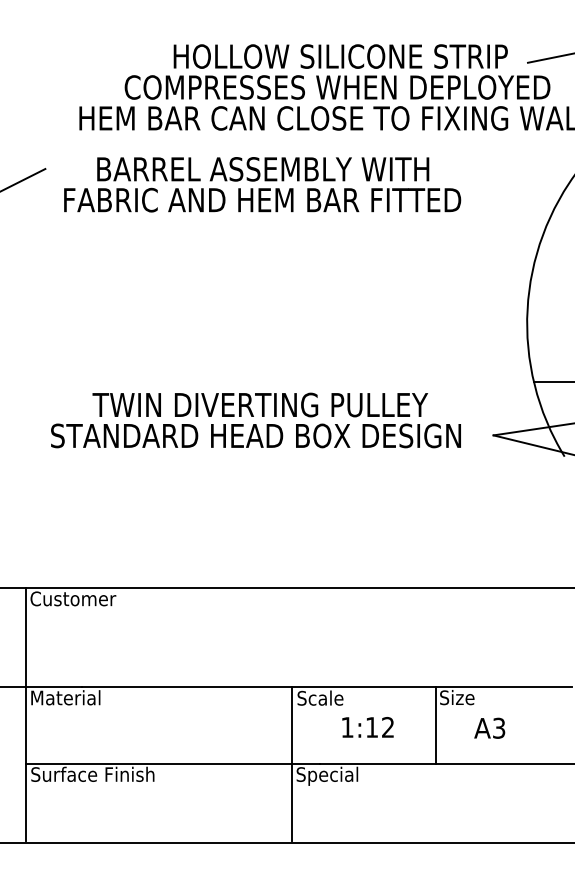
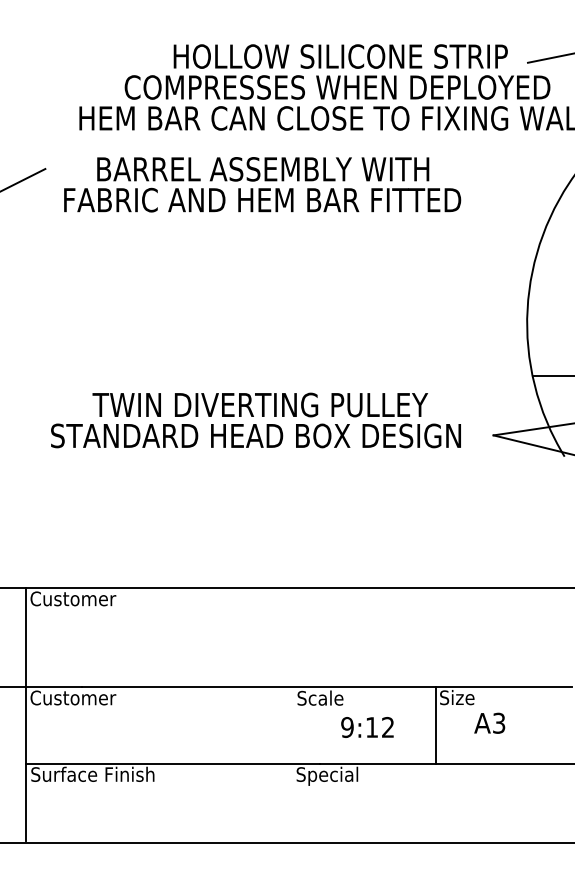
line at (552, 382) position: (552, 382) -> (552, 376)
text at (73, 697): Material -> Customer
text at (347, 727): 1:12 -> 9:12
text at (489, 727) position: (489, 727) -> (489, 722)
line at (292, 763): present -> none
